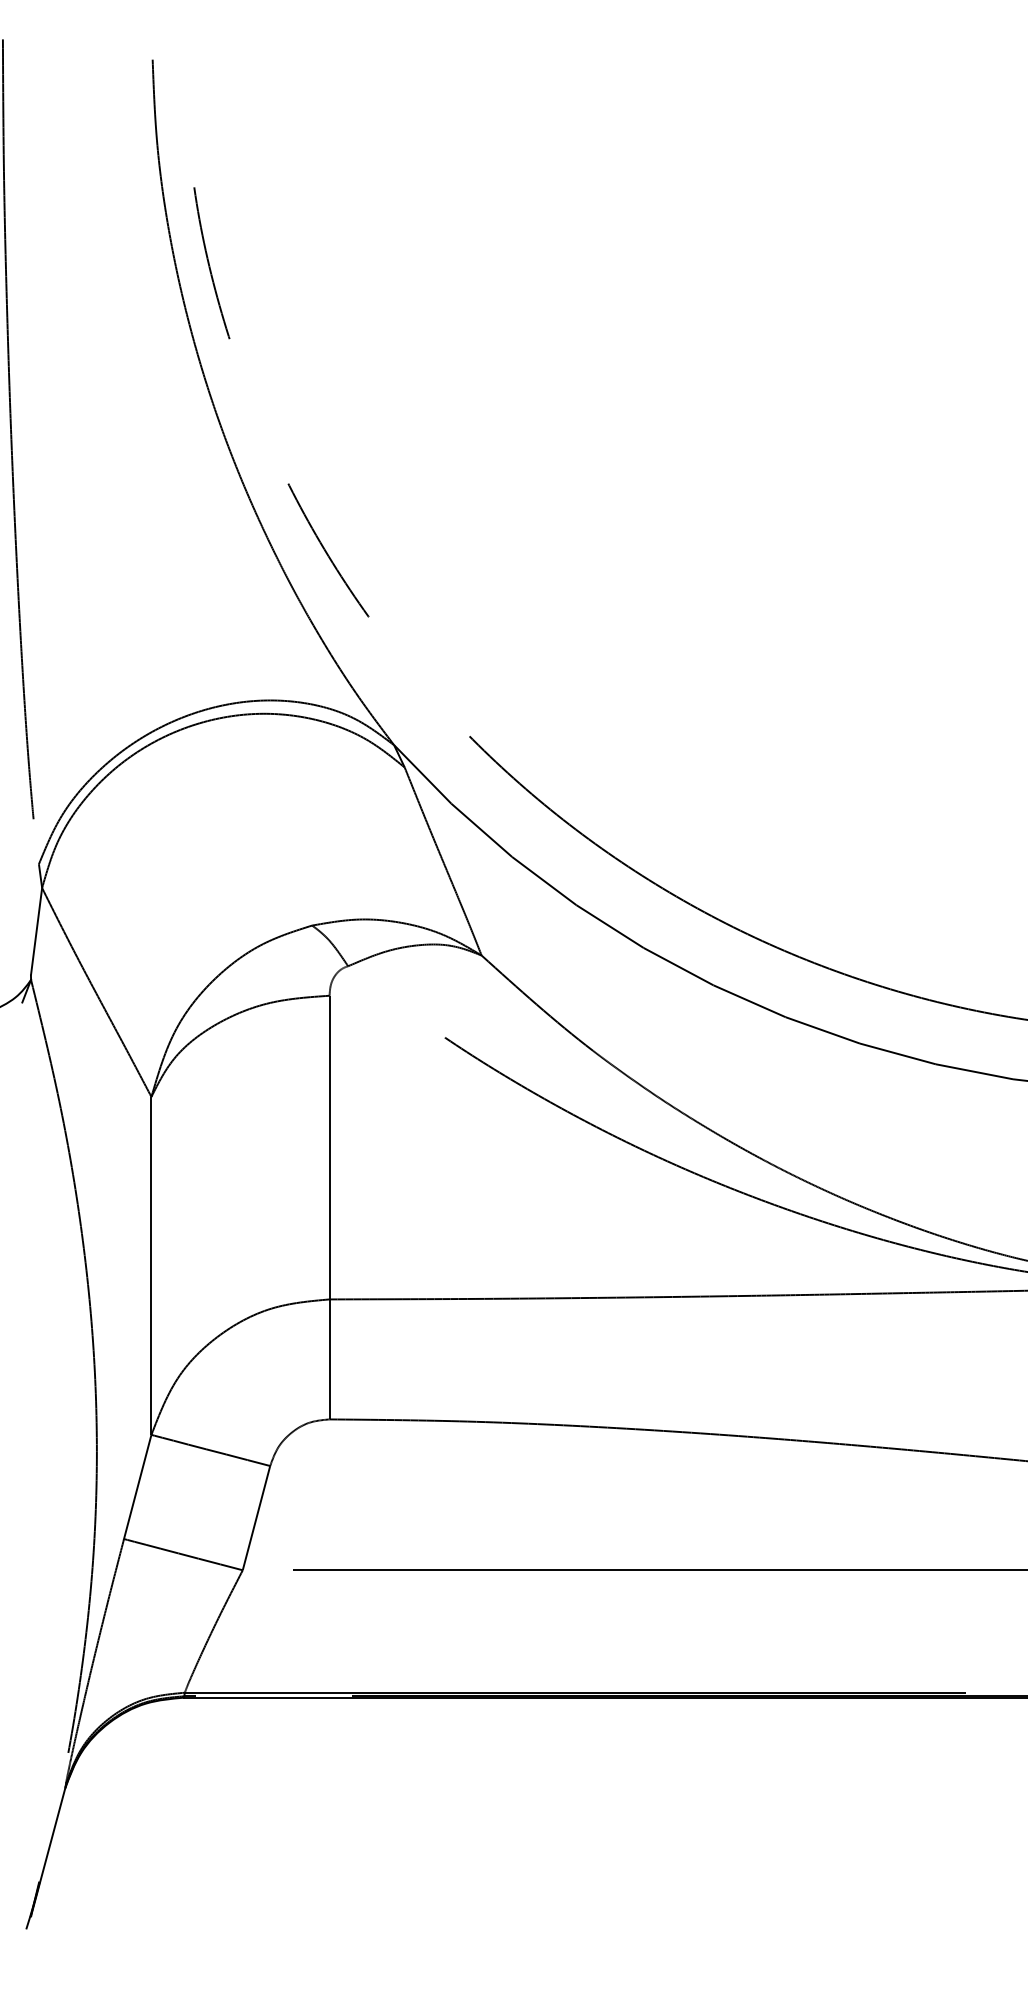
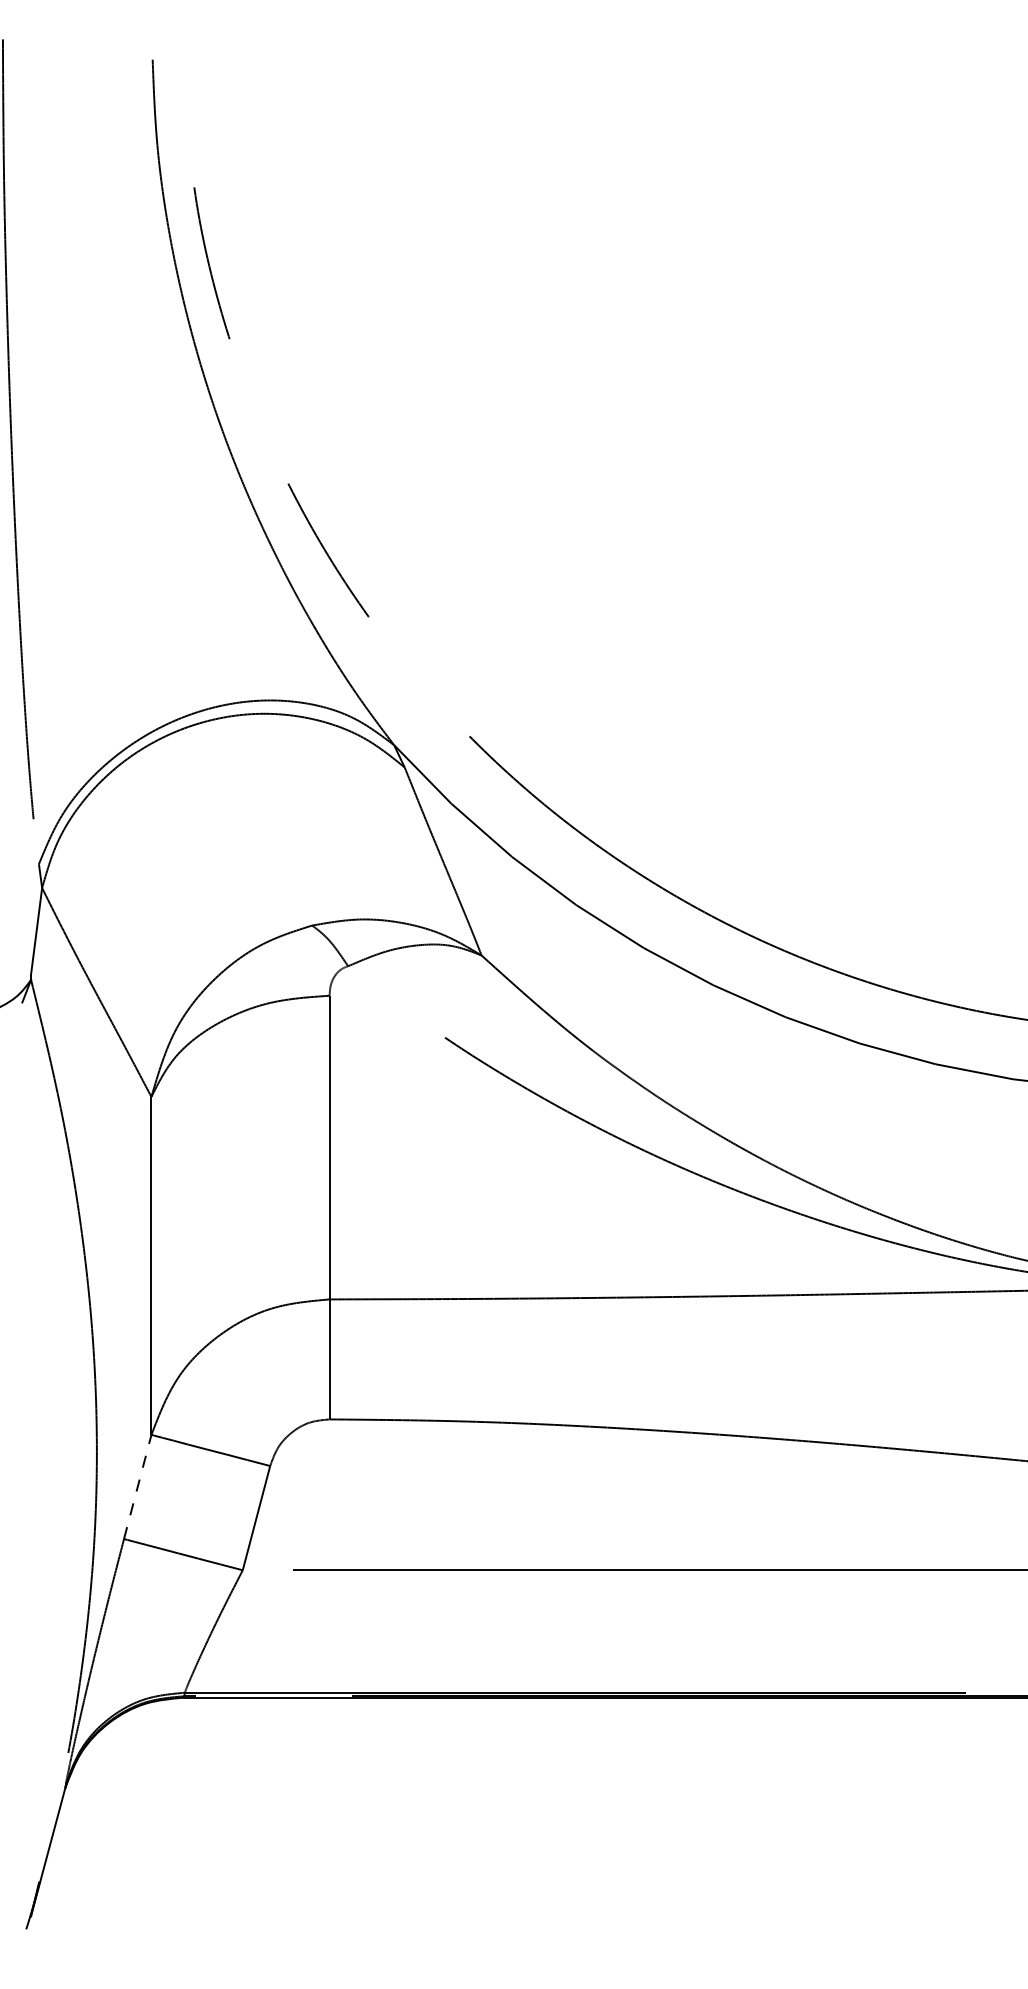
line at (137, 1486): solid -> dashed
